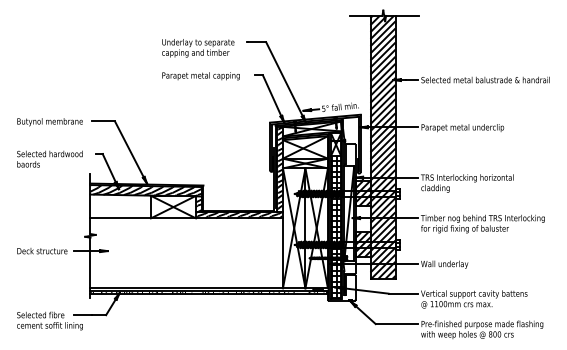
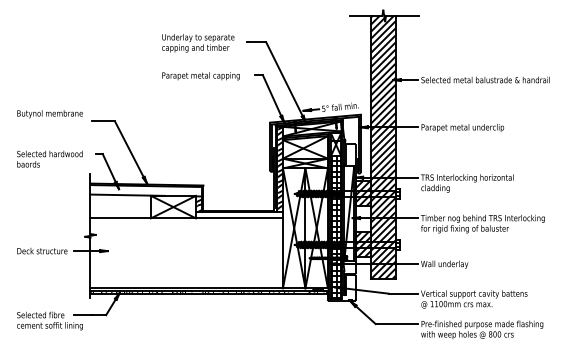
text at (198, 48) position: (198, 48) -> (198, 43)
text at (49, 122) position: (49, 122) -> (49, 114)
hatch at (145, 190): present -> none
hatch at (238, 215): present -> none
